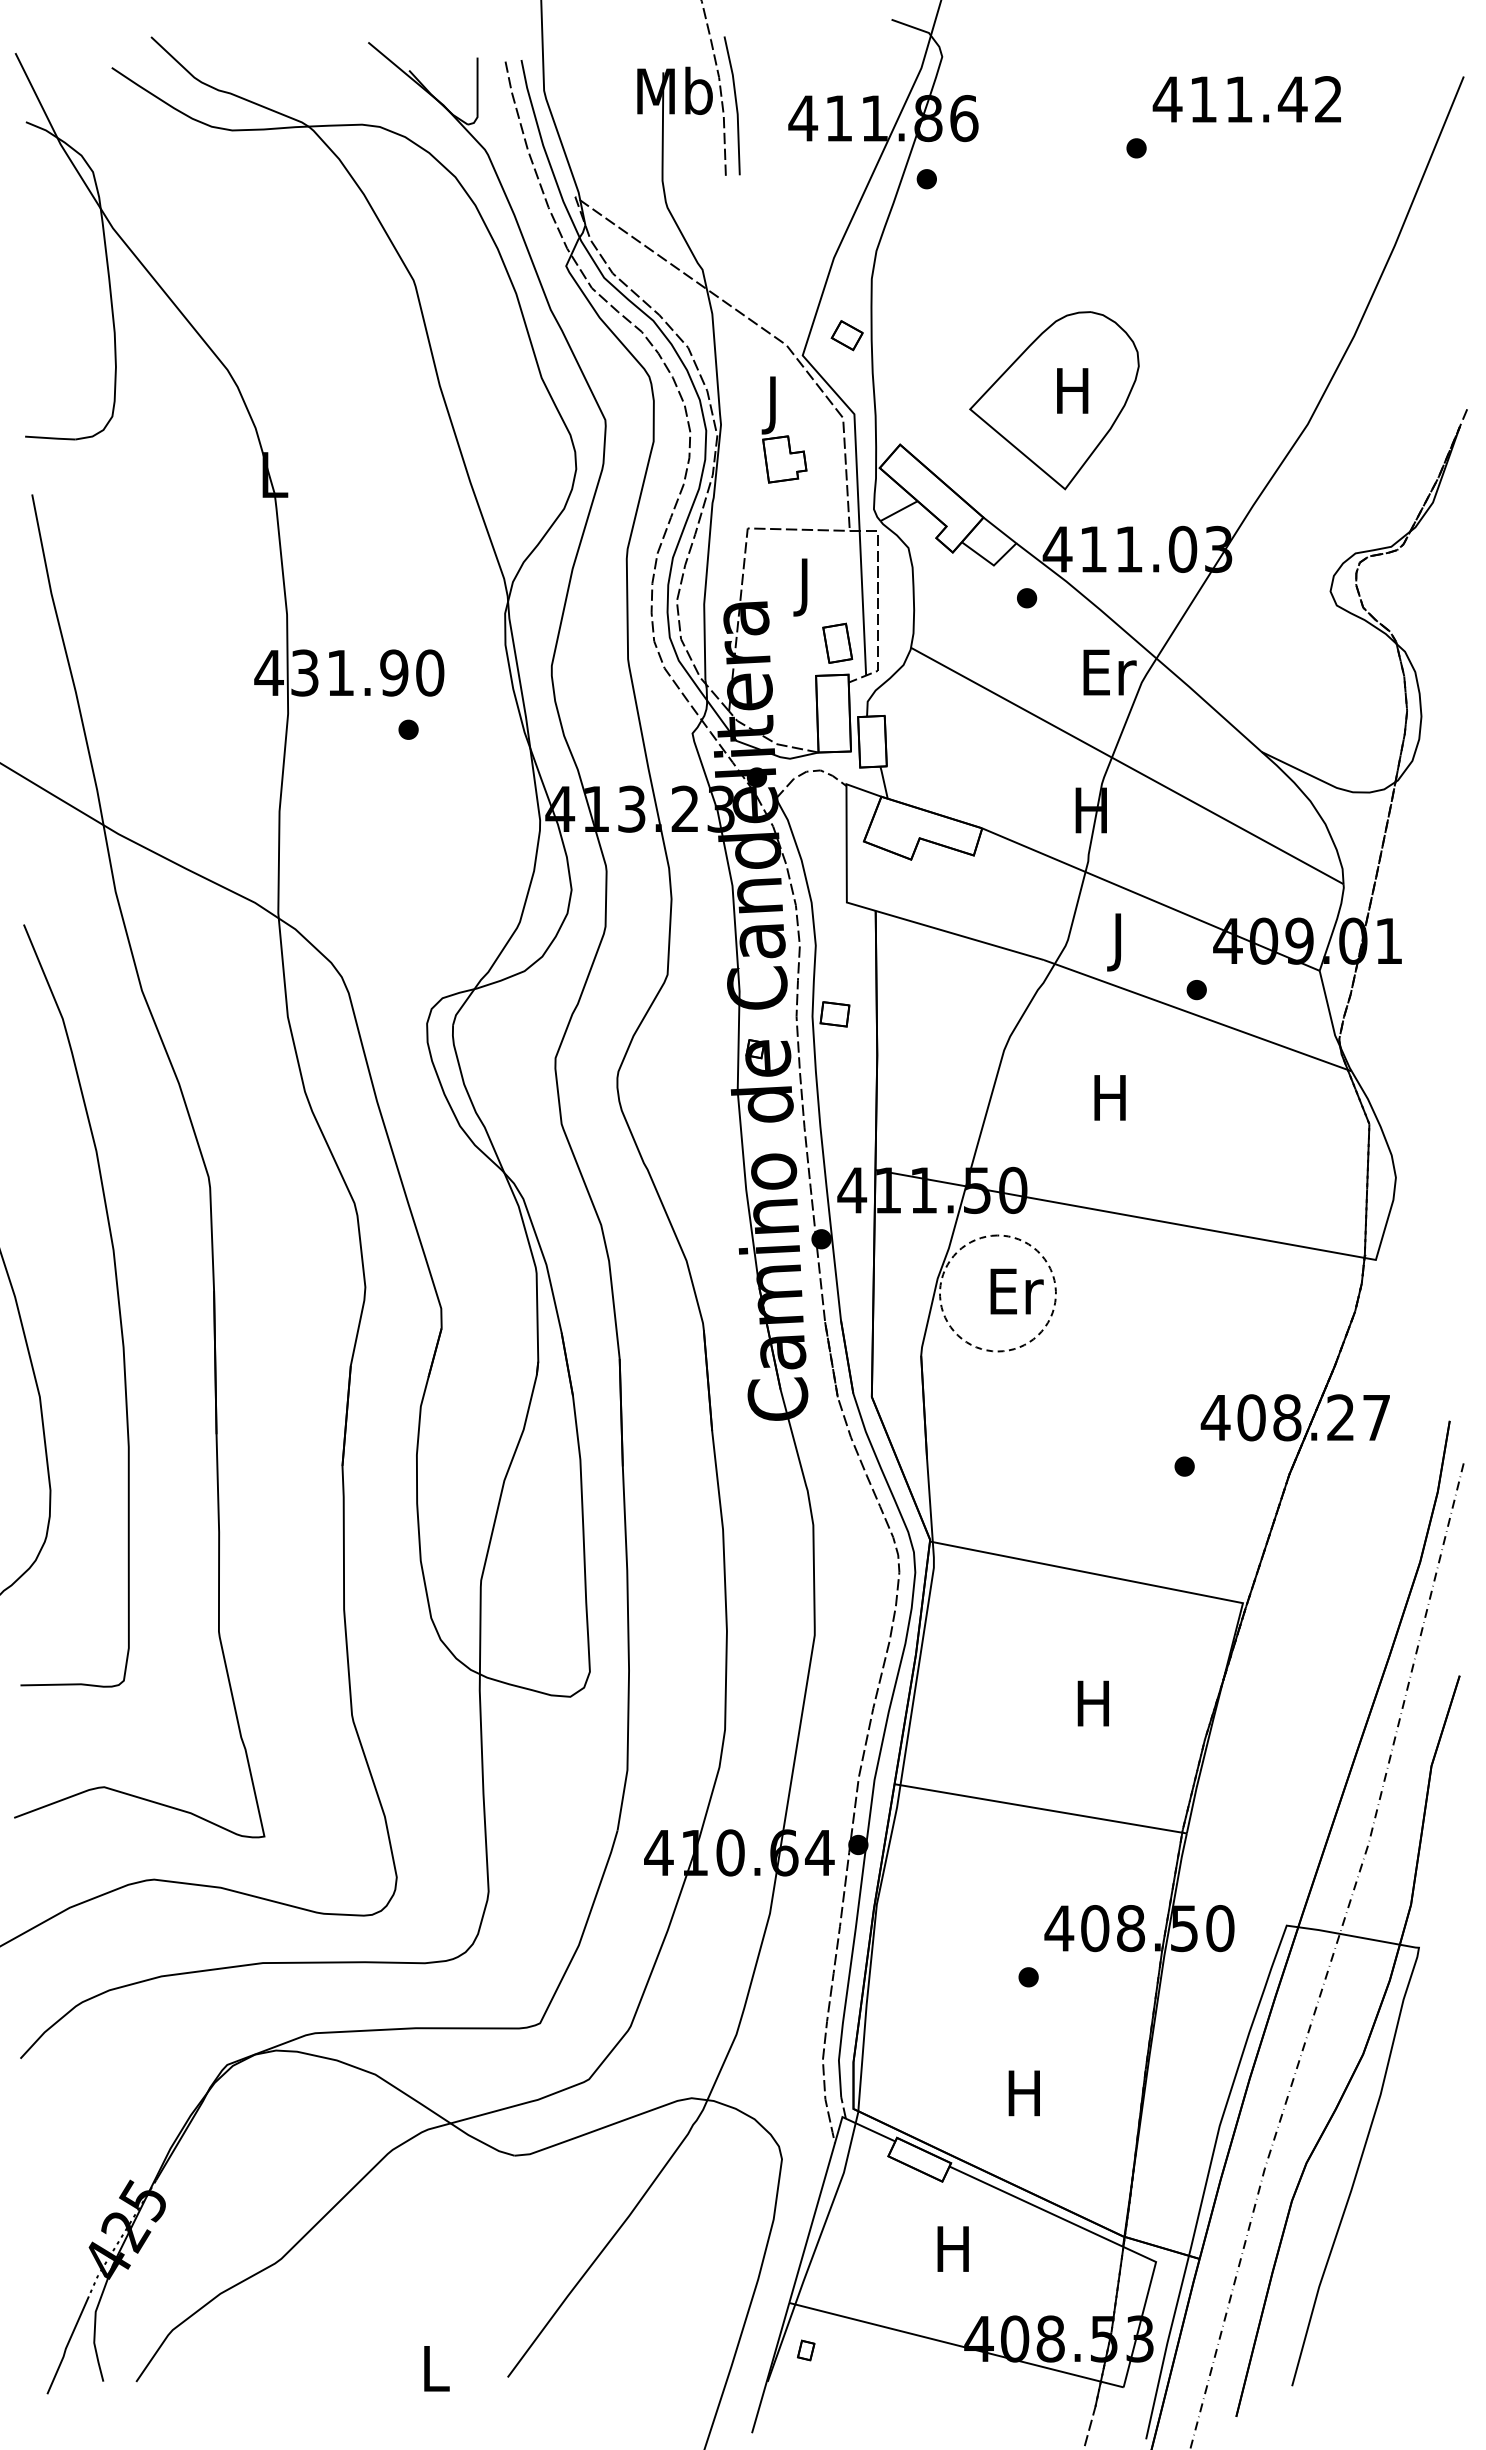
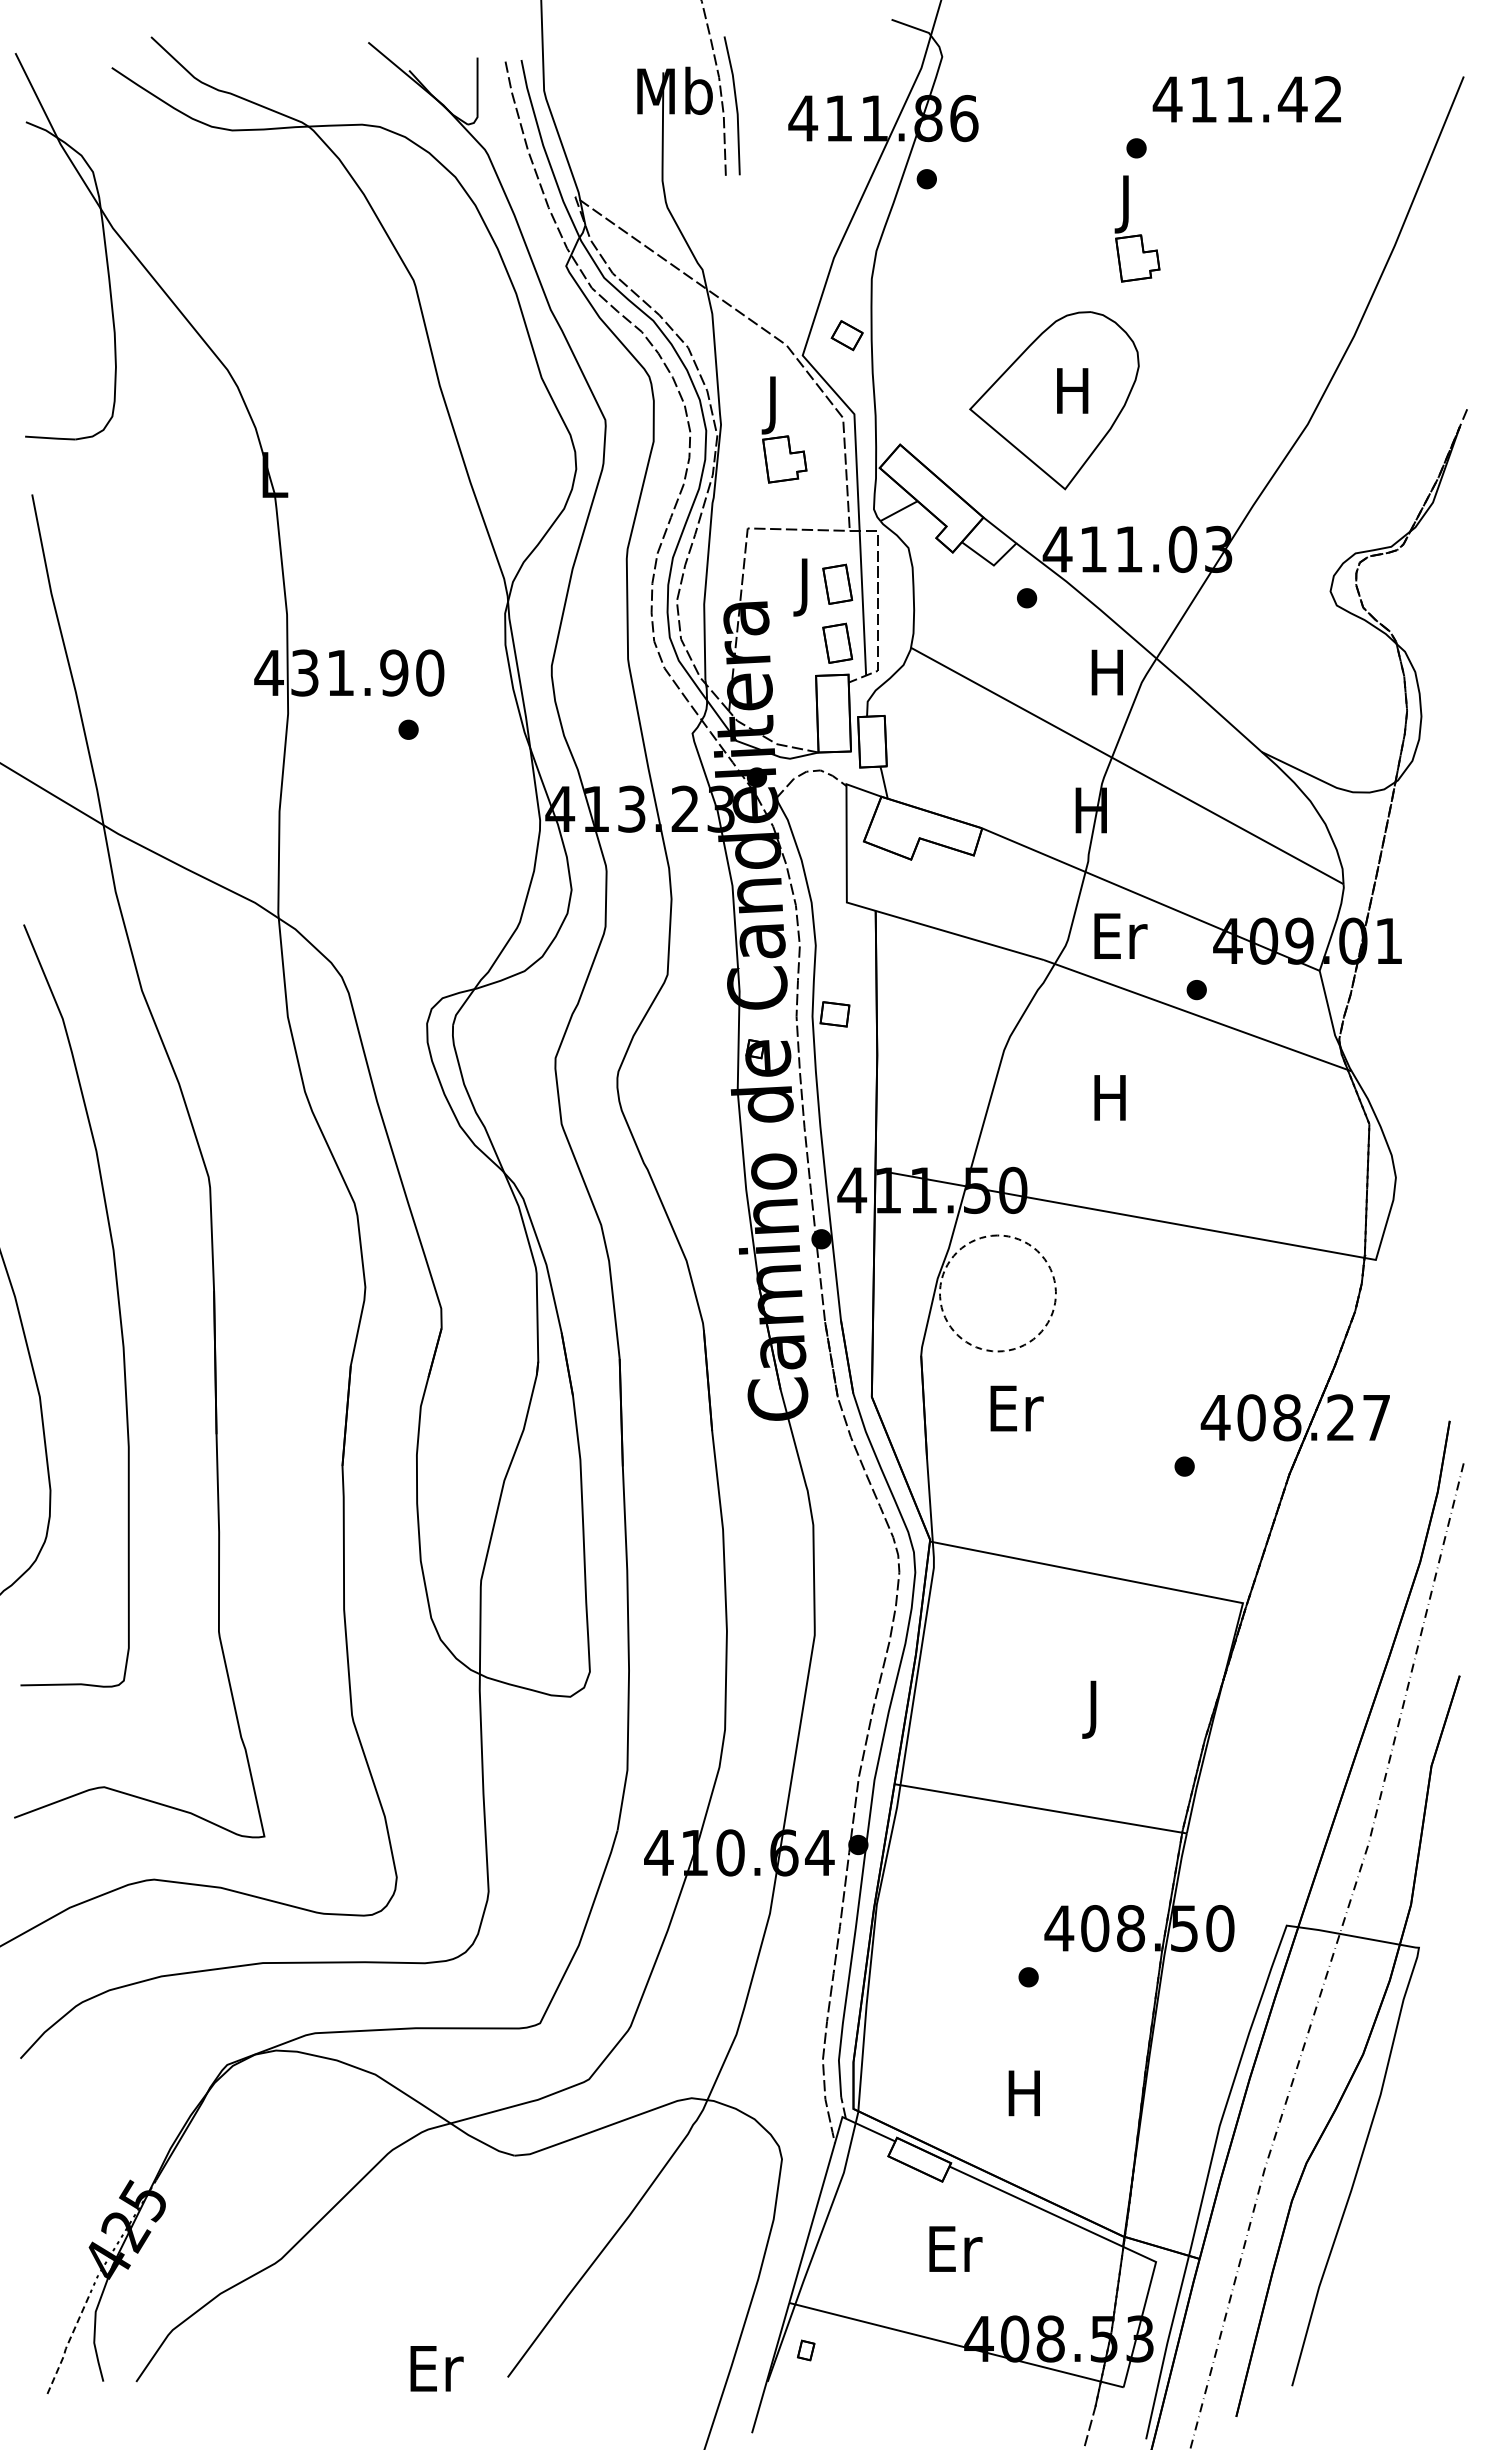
part at (1137, 228): none -> present
part at (837, 583): none -> present
text at (1109, 672): Er -> H
text at (1120, 942): J -> Er
text at (1016, 1291) position: (1016, 1291) -> (1016, 1408)
text at (1092, 1709): H -> J
text at (955, 2248): H -> Er
line at (67, 2346): solid -> dashed
text at (436, 2368): L -> Er
